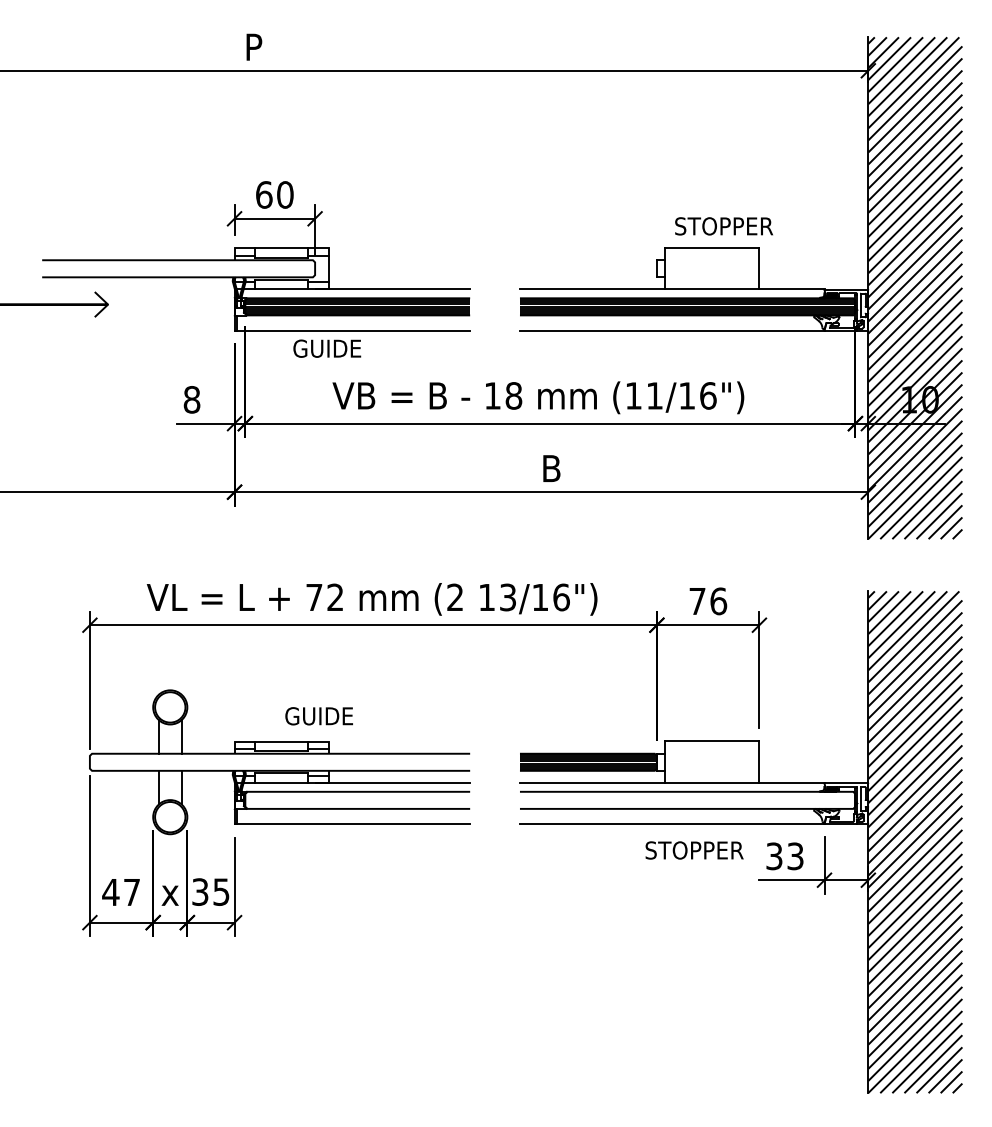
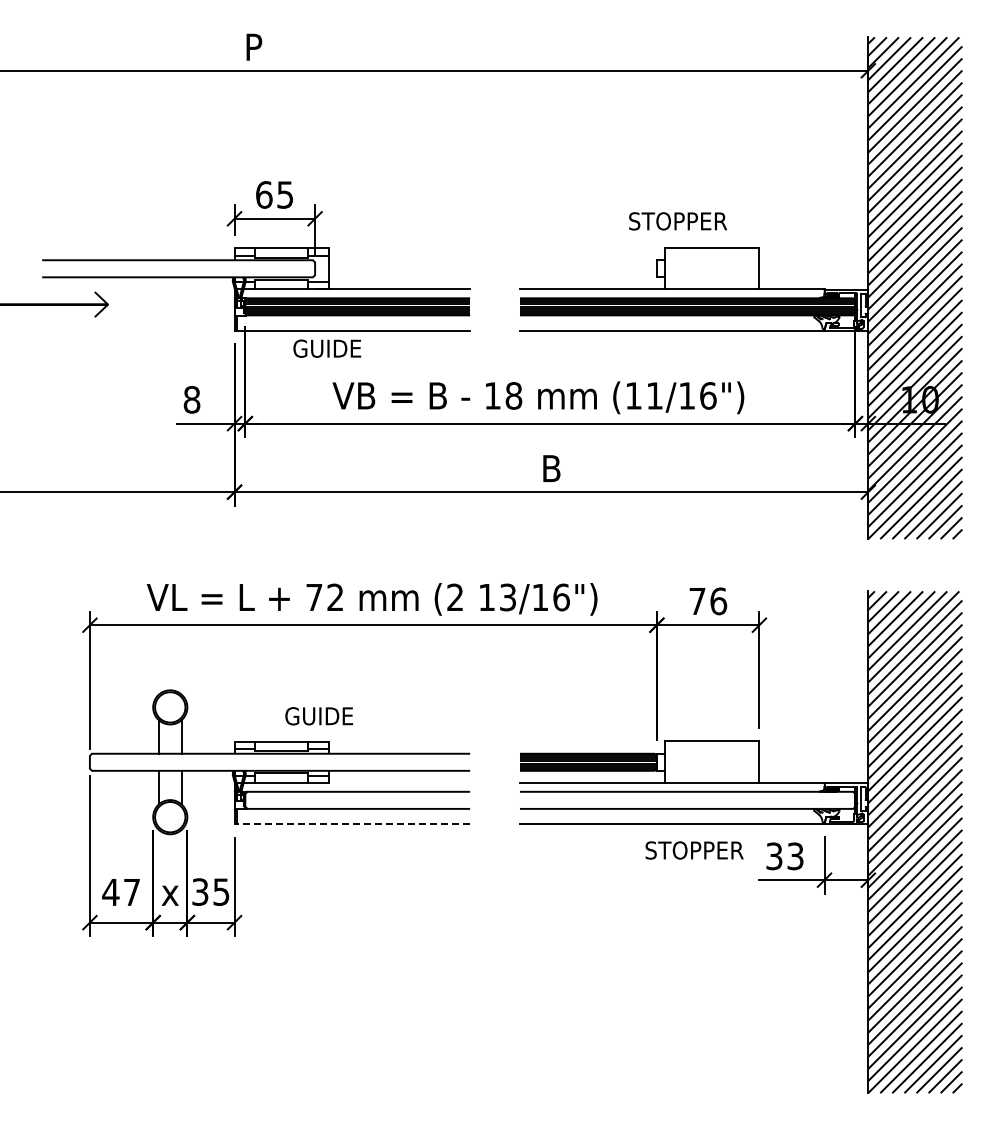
text at (285, 194): 60 -> 65
text at (723, 226) position: (723, 226) -> (677, 221)
line at (392, 782): present -> none
line at (352, 824): solid -> dashed
